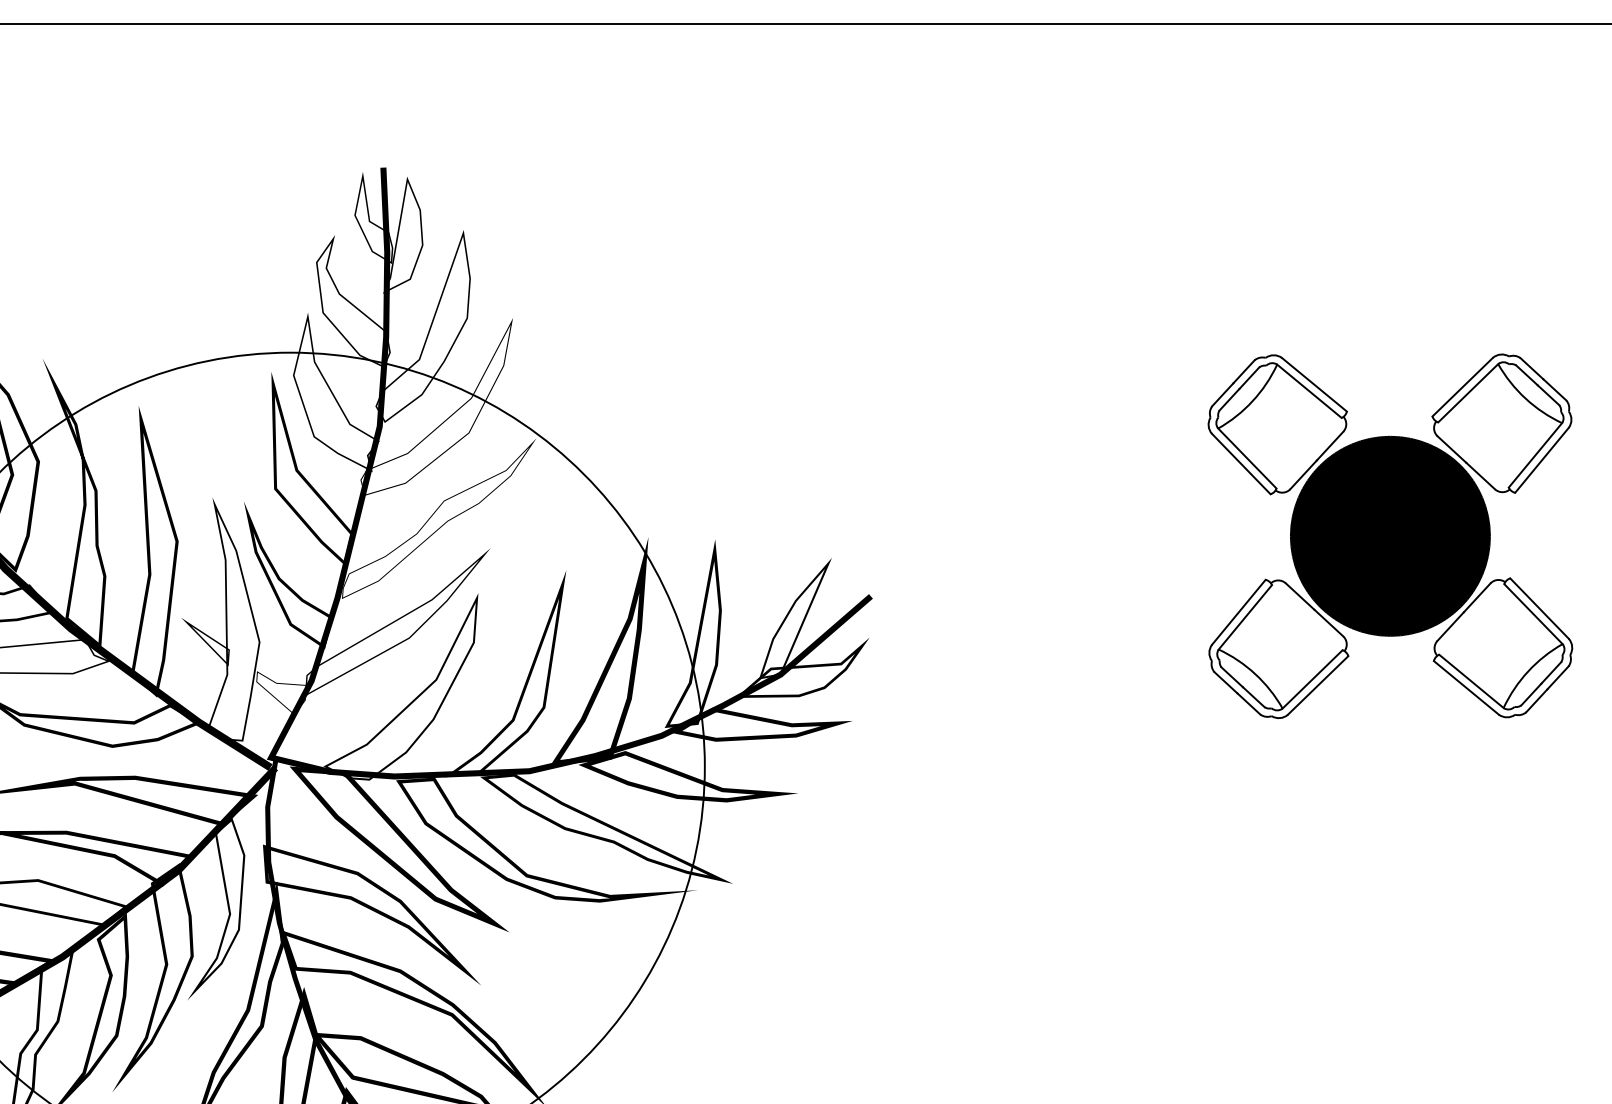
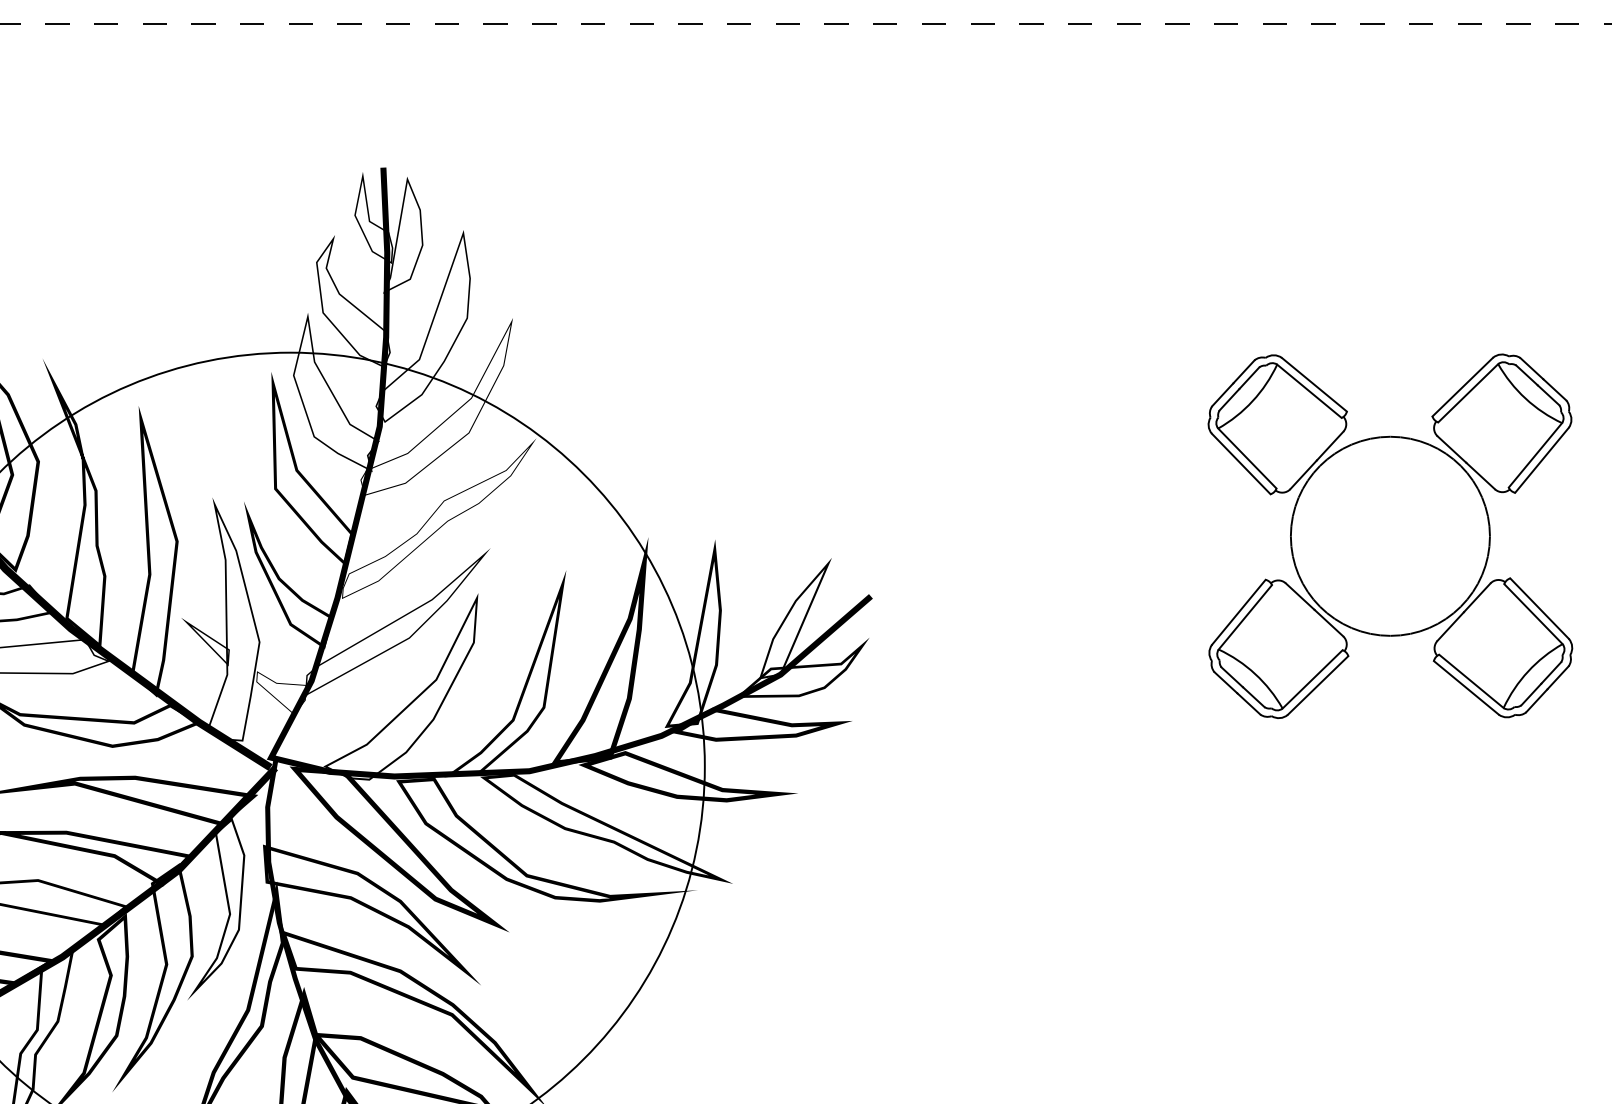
line at (805, 24): solid -> dashed
fill at (1389, 535): present -> none
